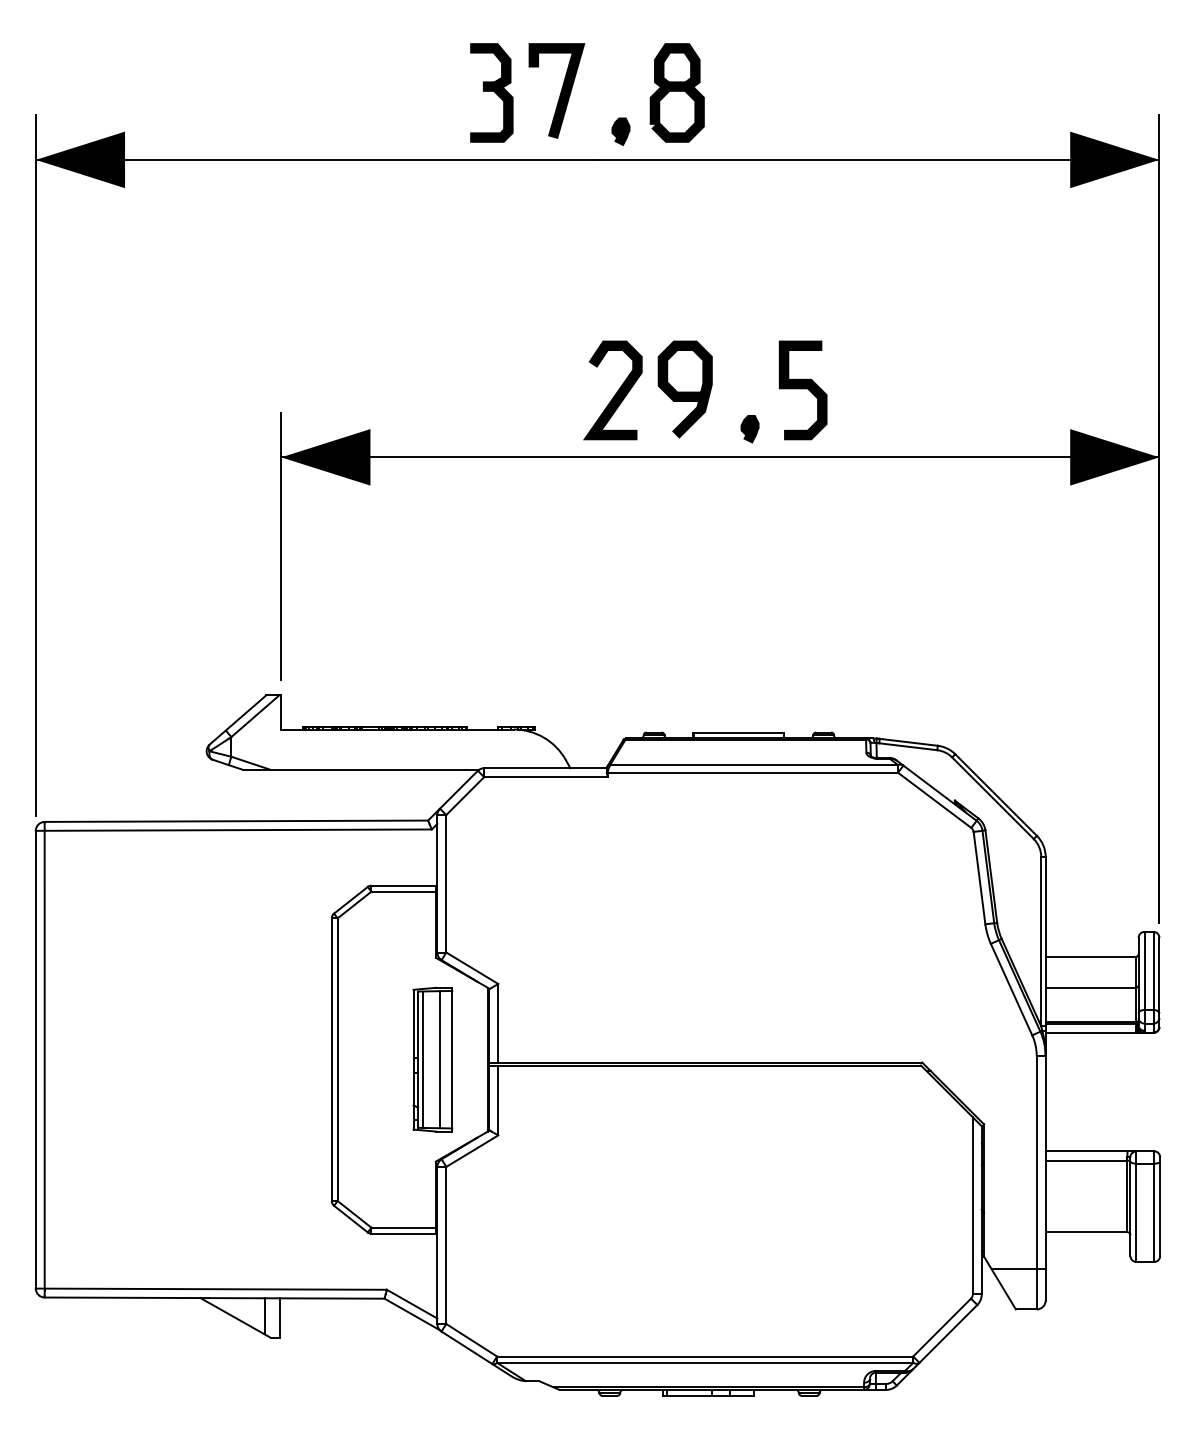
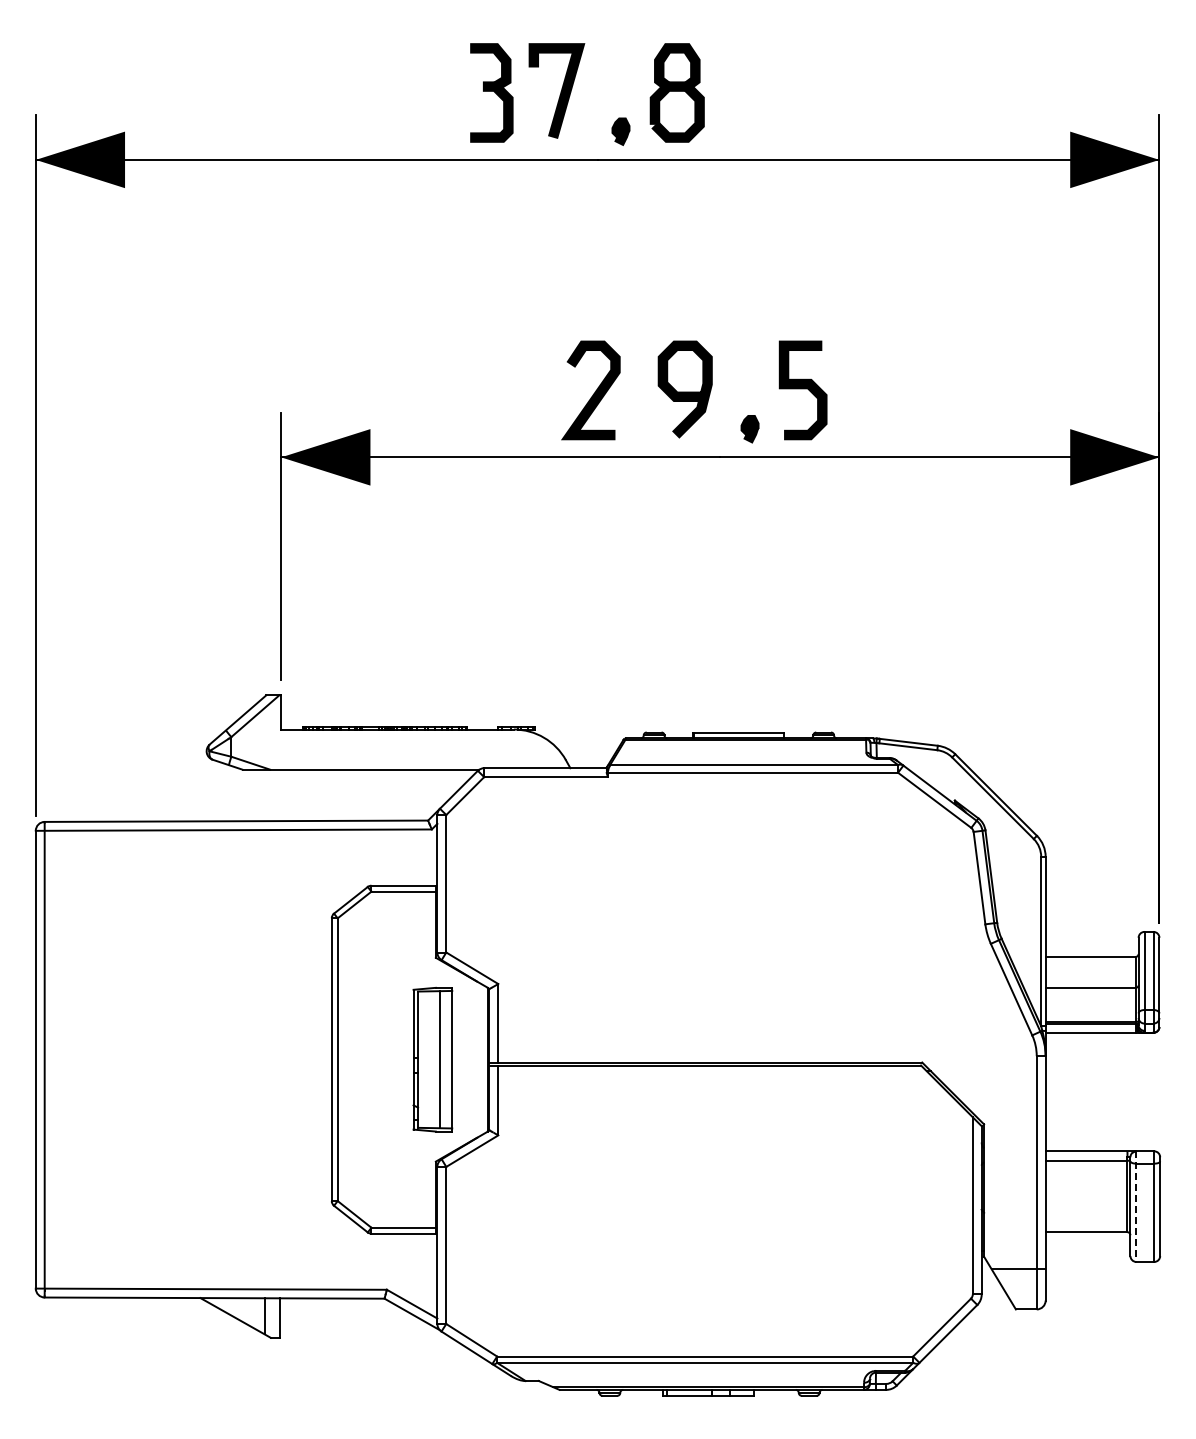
curve at (615, 393) position: (615, 393) -> (593, 393)
line at (422, 1059): present -> none
line at (1136, 1207): solid -> dashed
